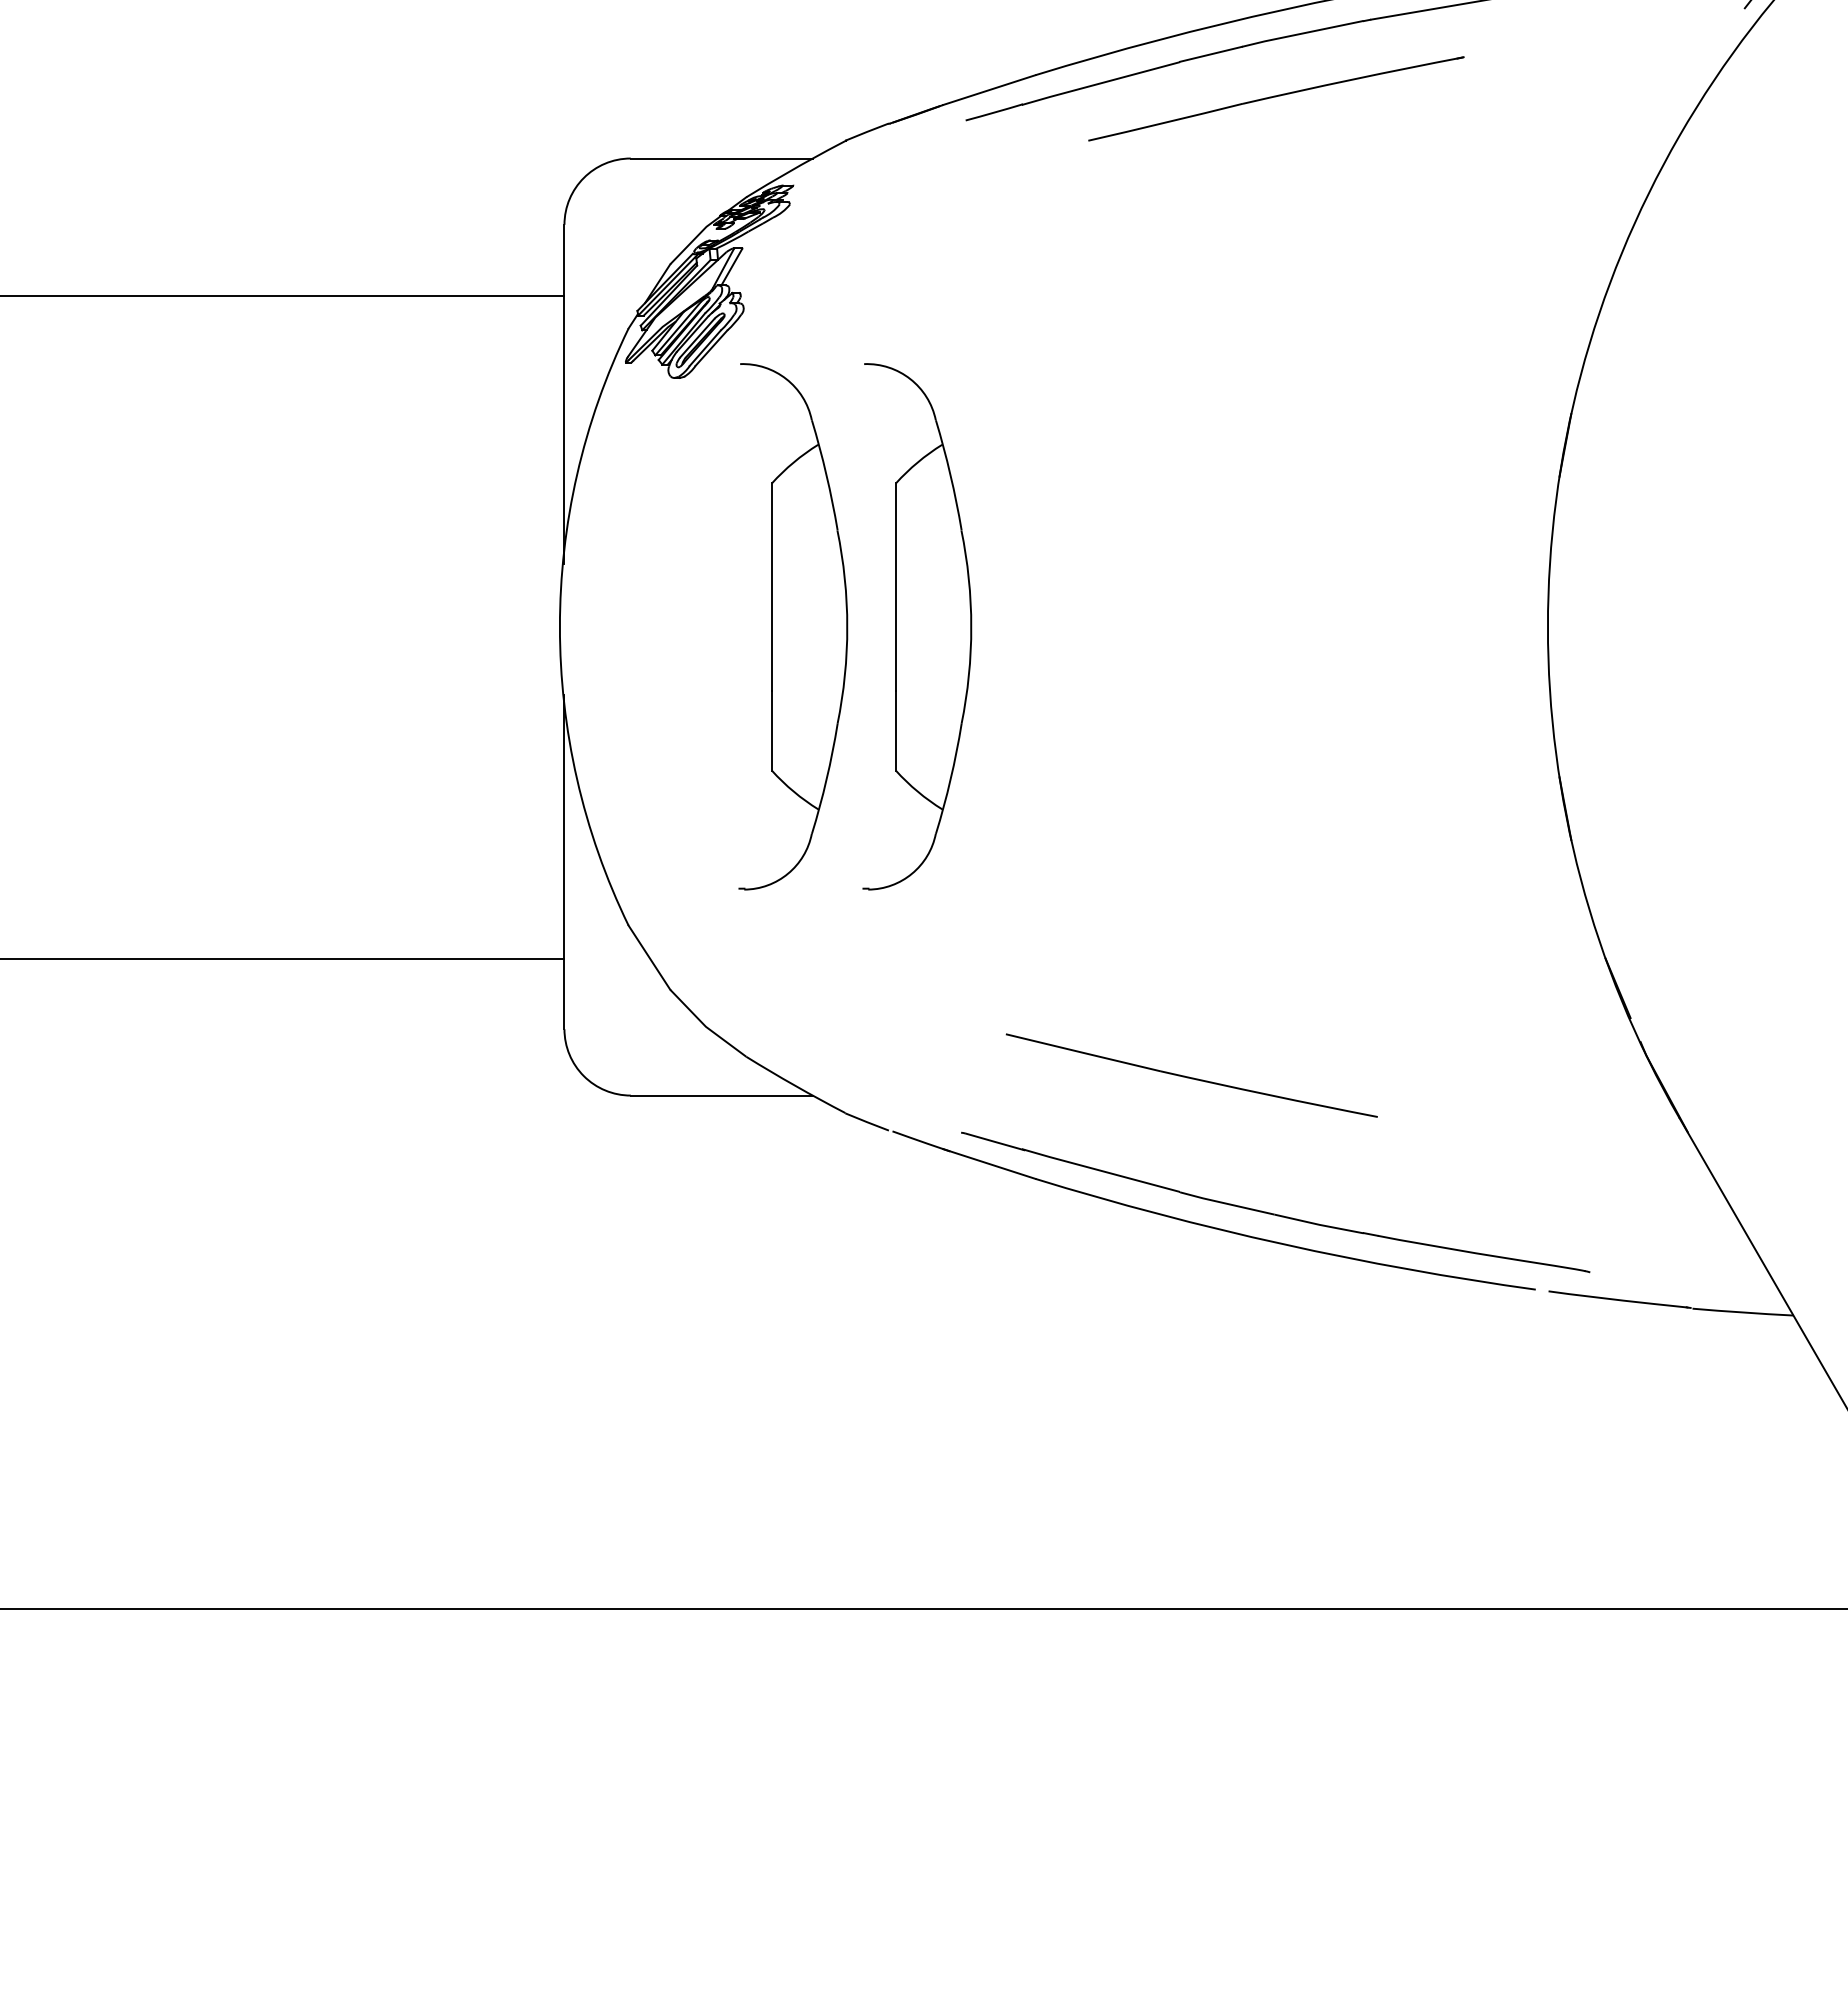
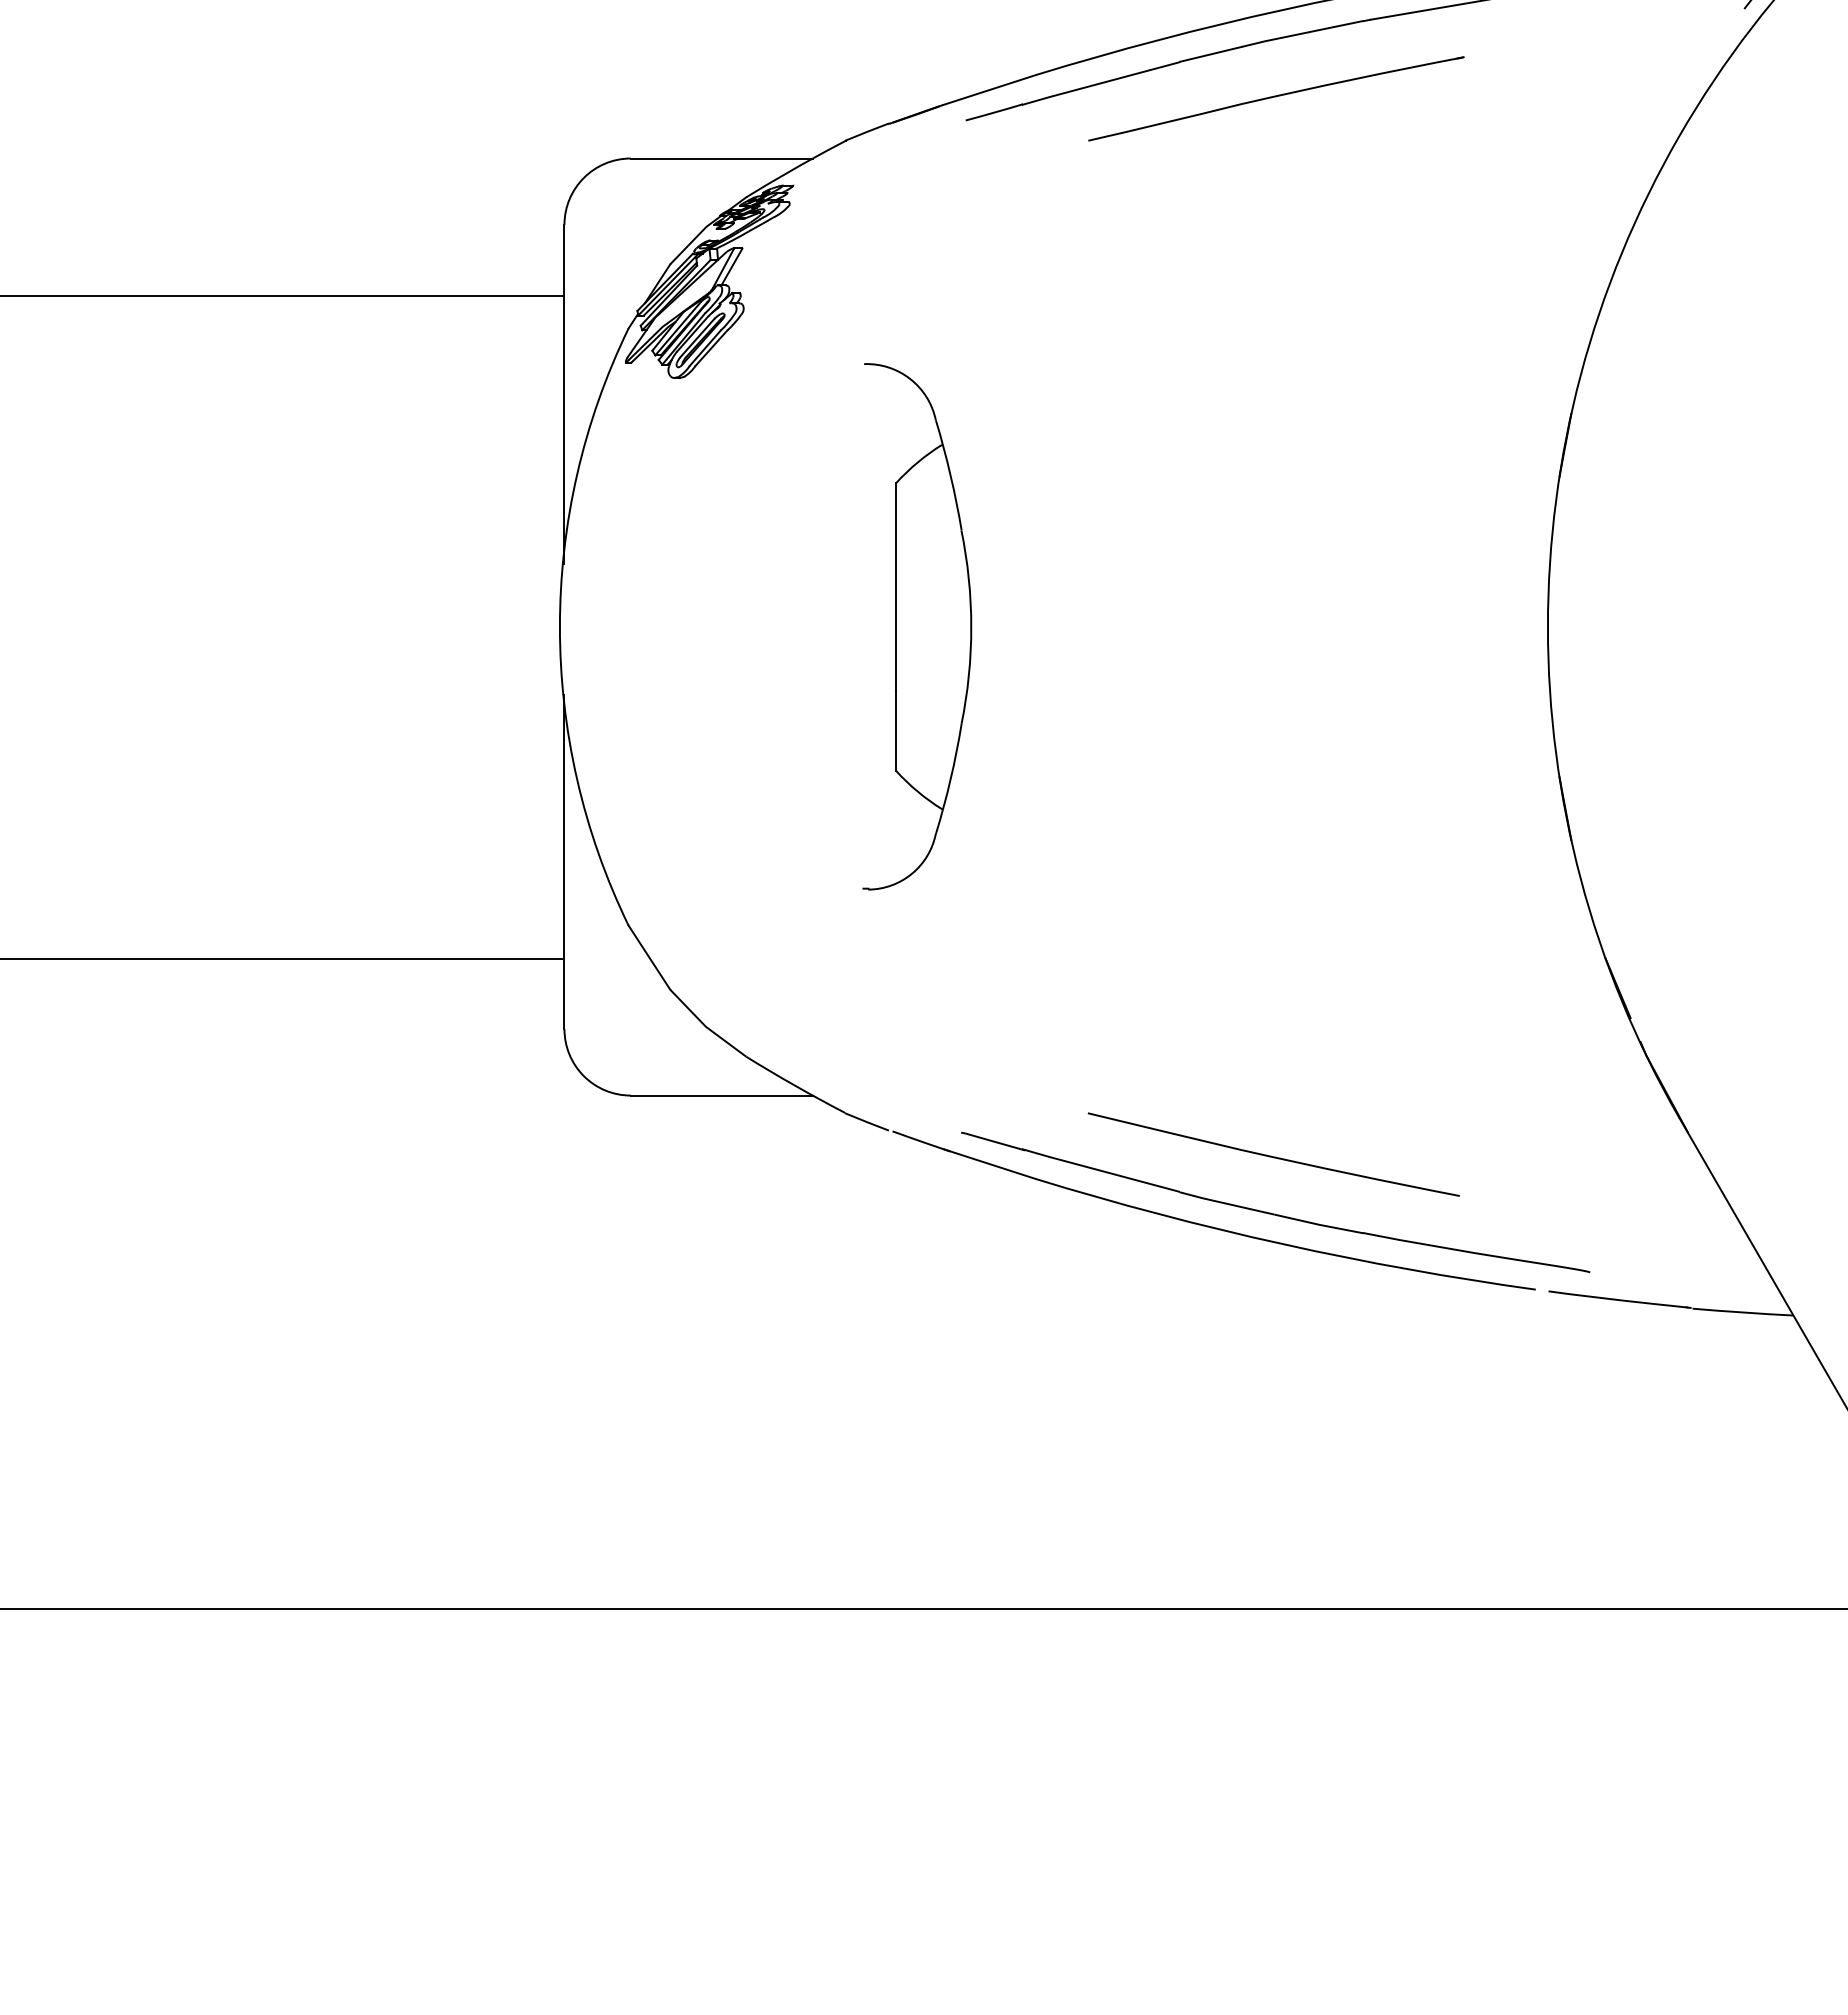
part at (793, 626): present -> none
part at (1191, 1075) position: (1191, 1075) -> (1273, 1154)
